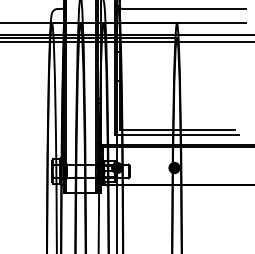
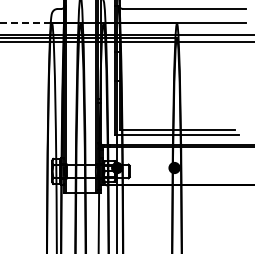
line at (26, 23): solid -> dashed
